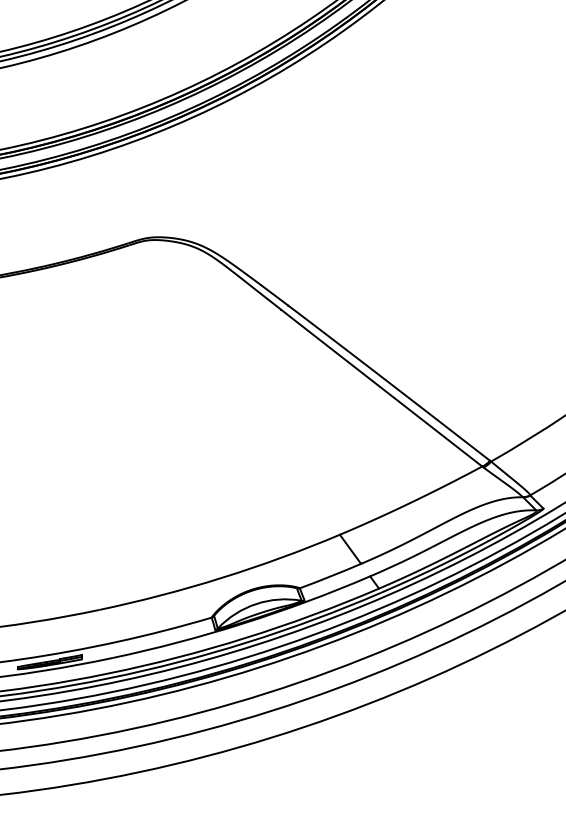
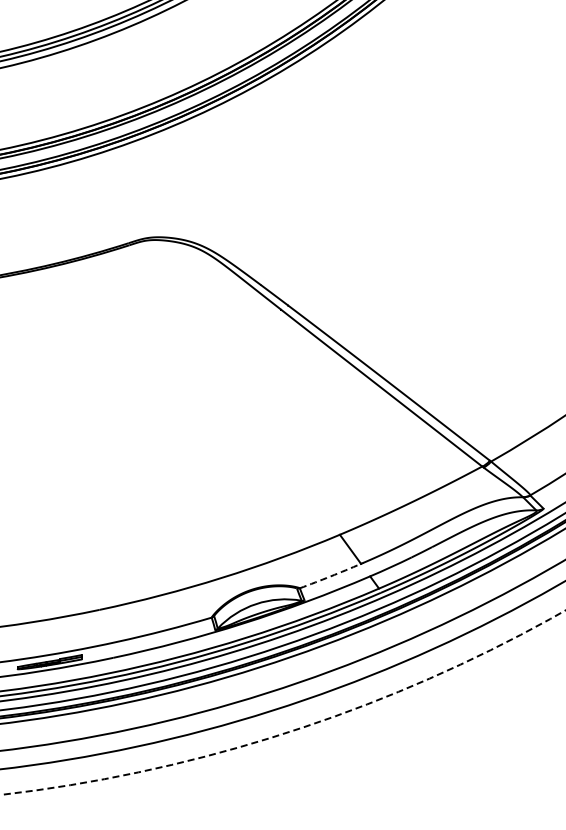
arc at (330, 576): solid -> dashed
arc at (291, 731): solid -> dashed
